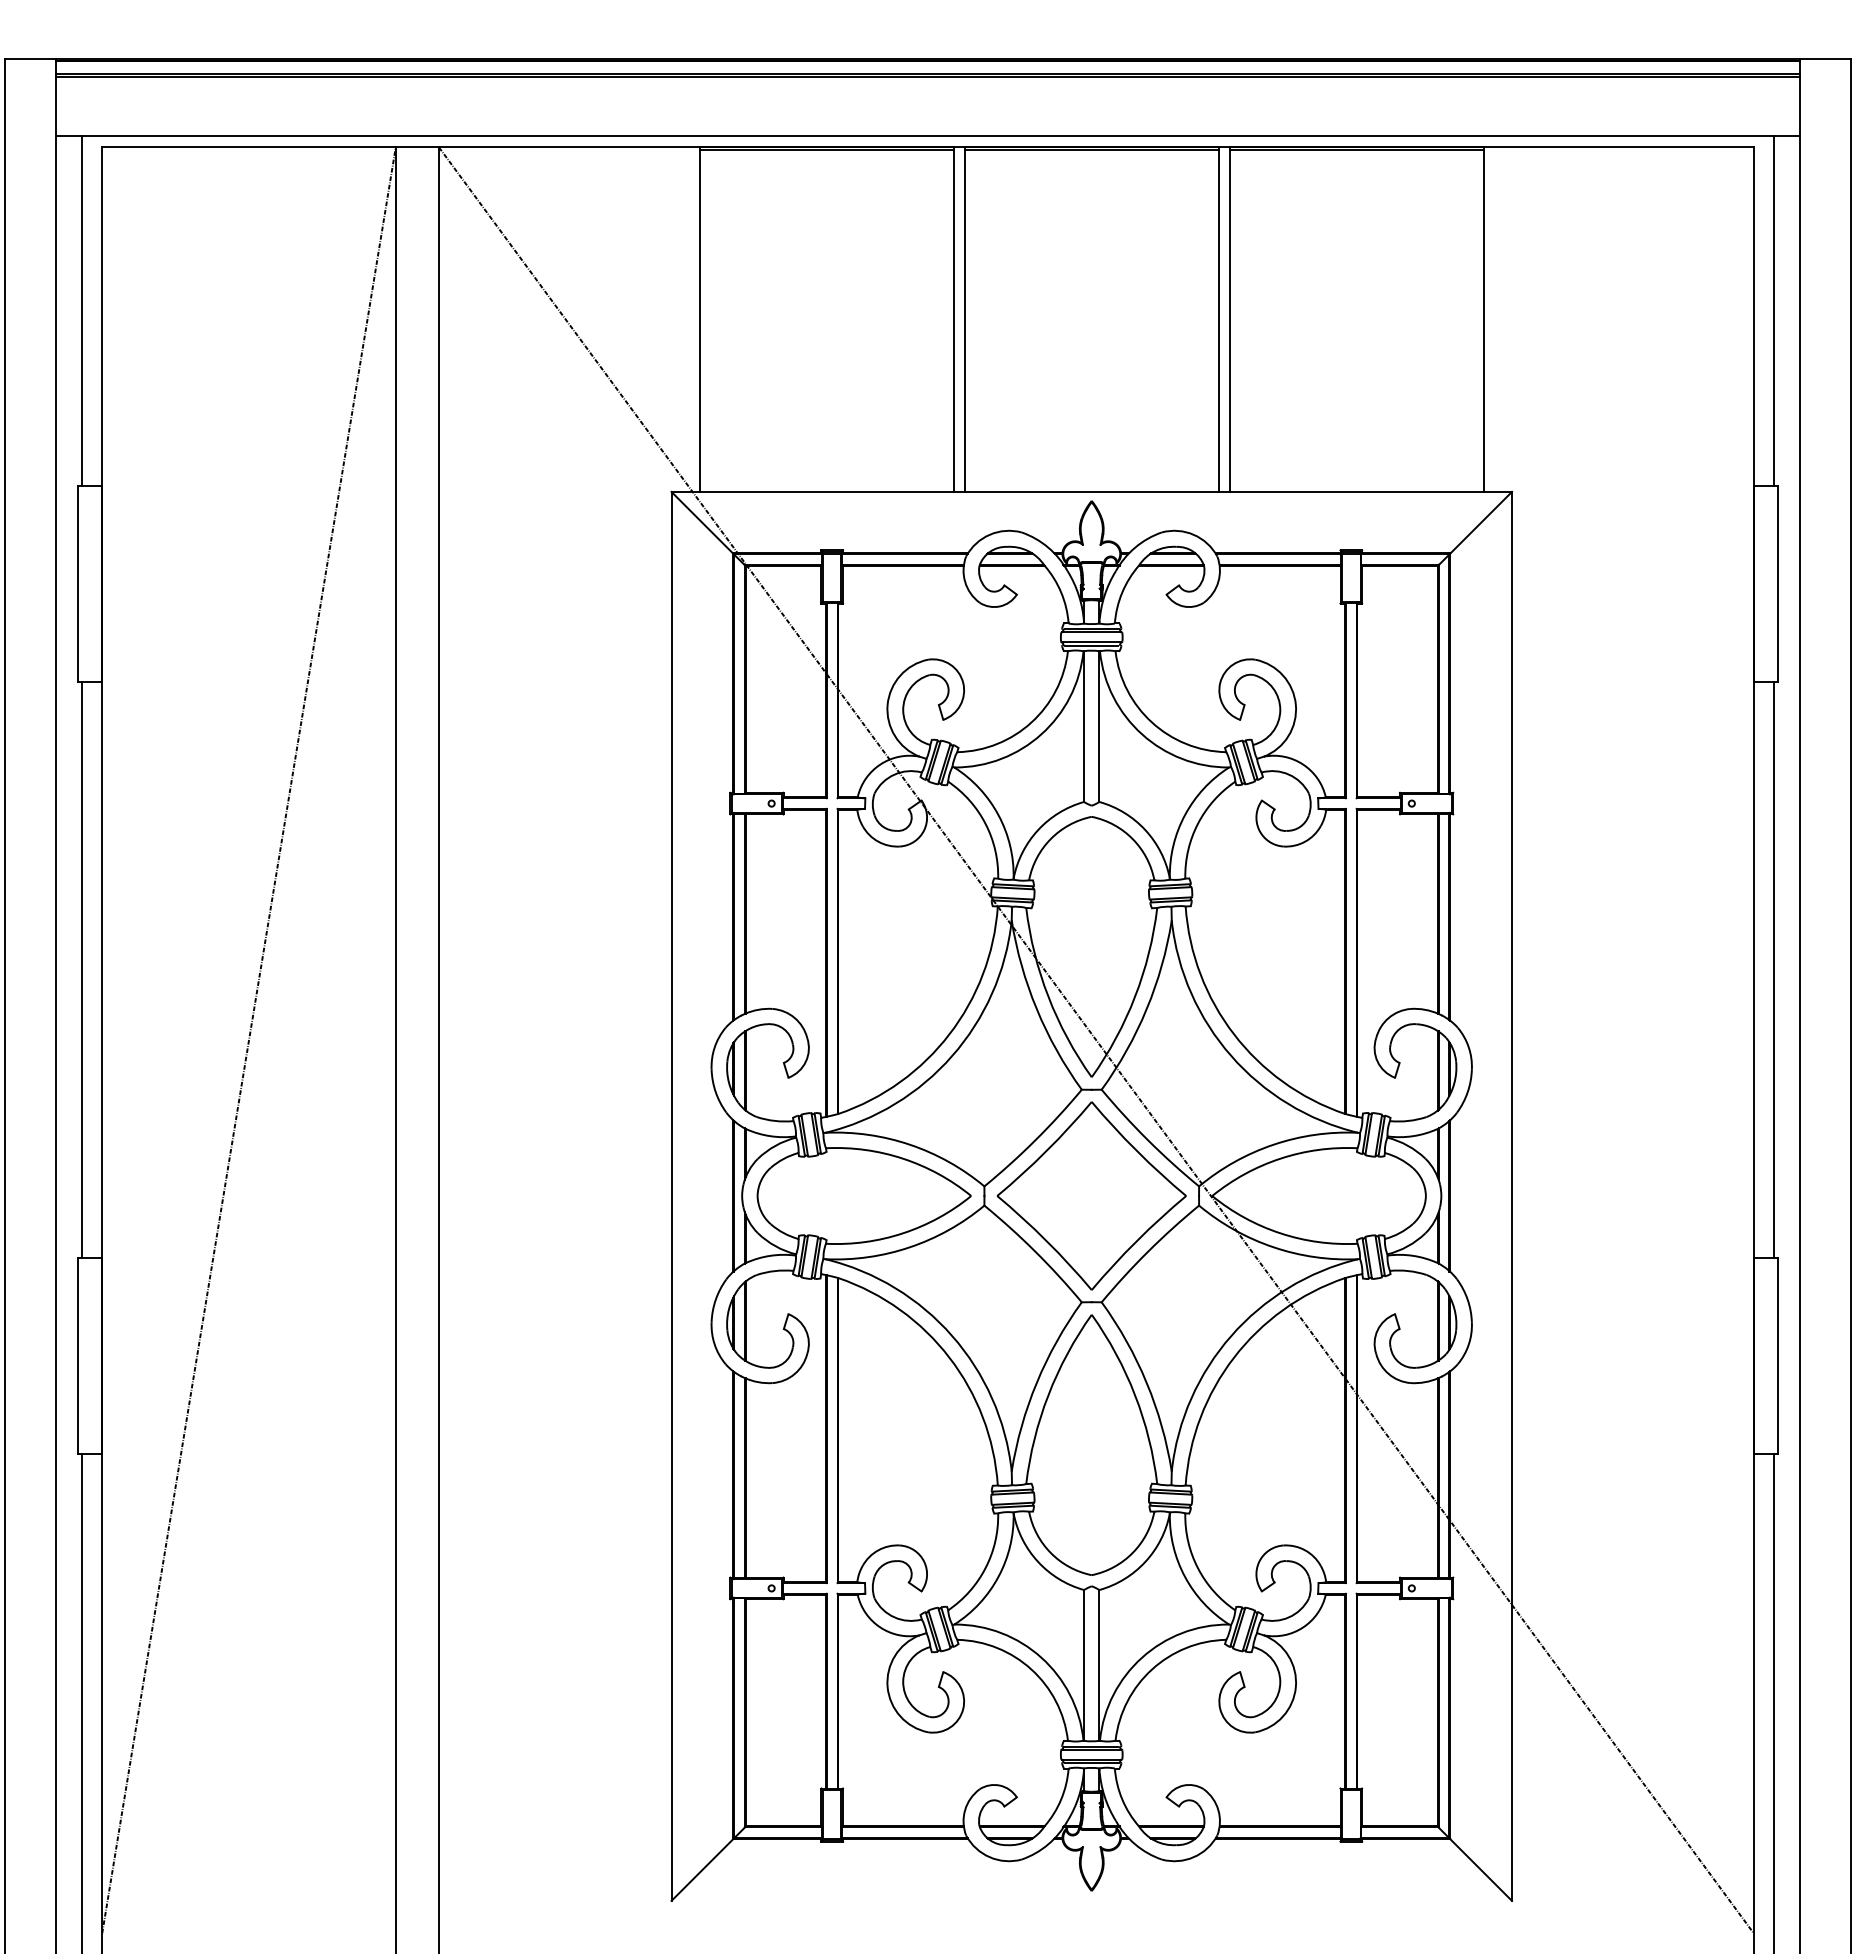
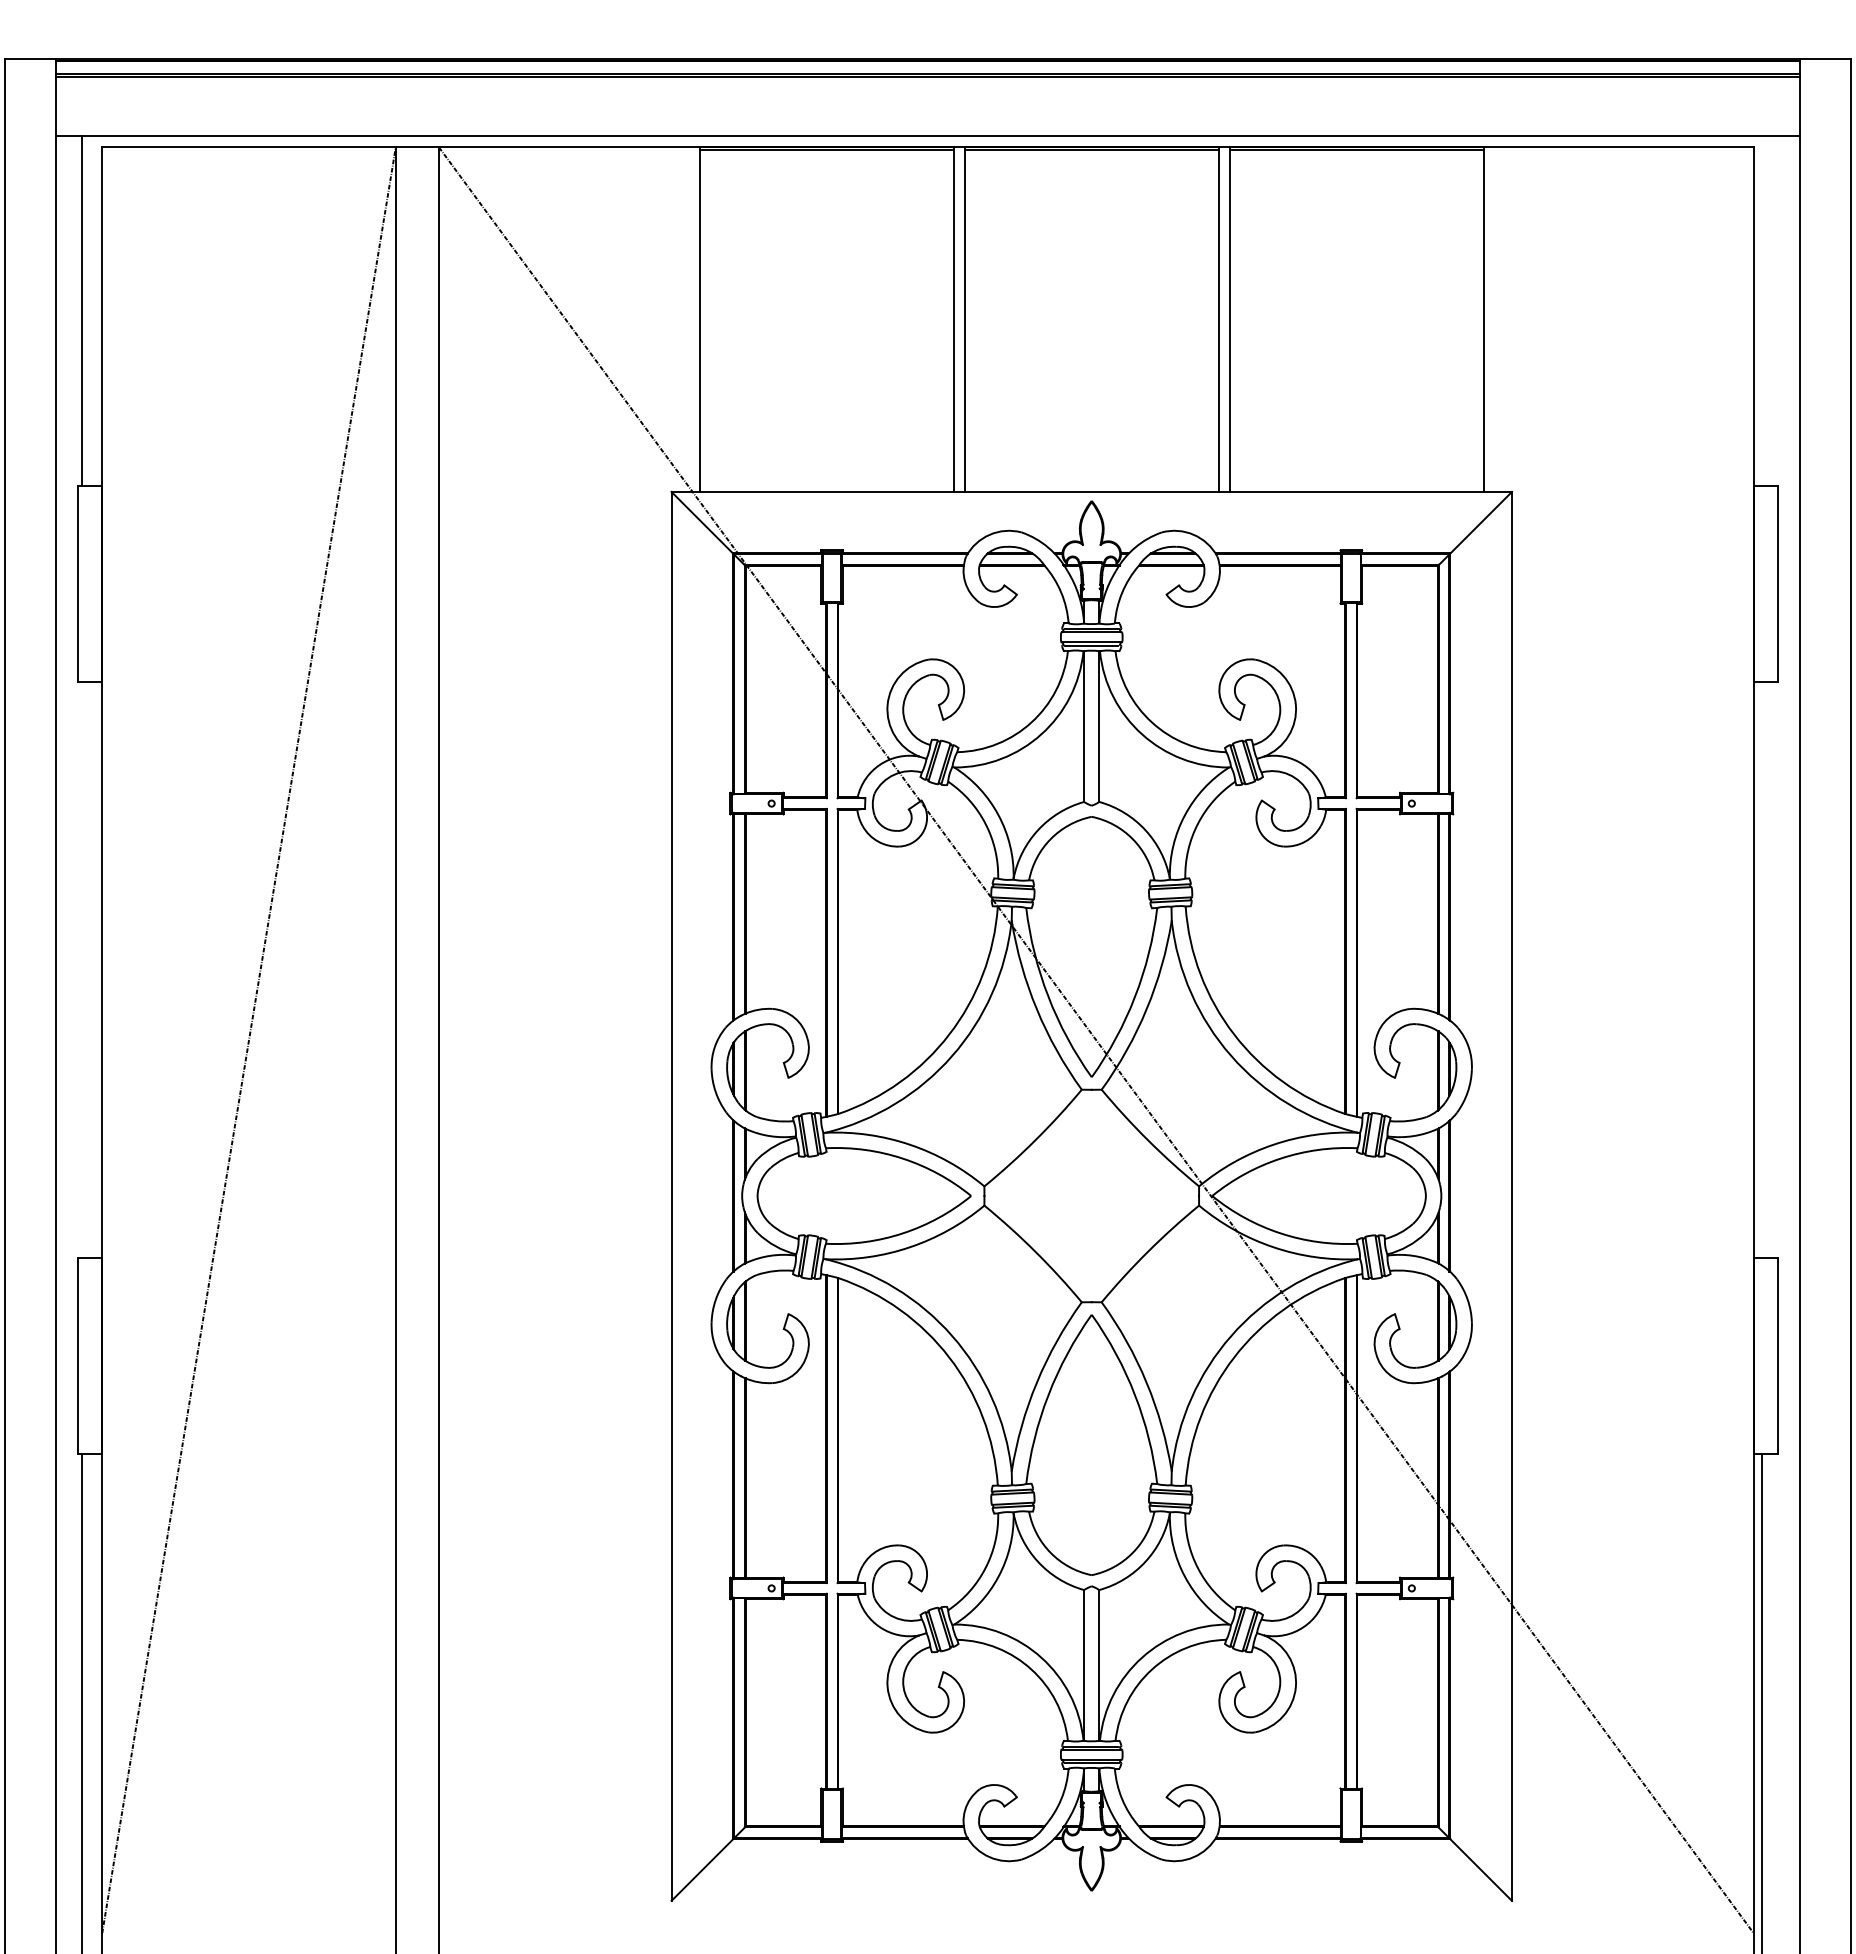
line at (1773, 310): present -> none
line at (82, 969): present -> none
line at (1773, 969): present -> none
part at (1091, 1195): present -> none
line at (1773, 1702) position: (1773, 1702) -> (1761, 1702)
